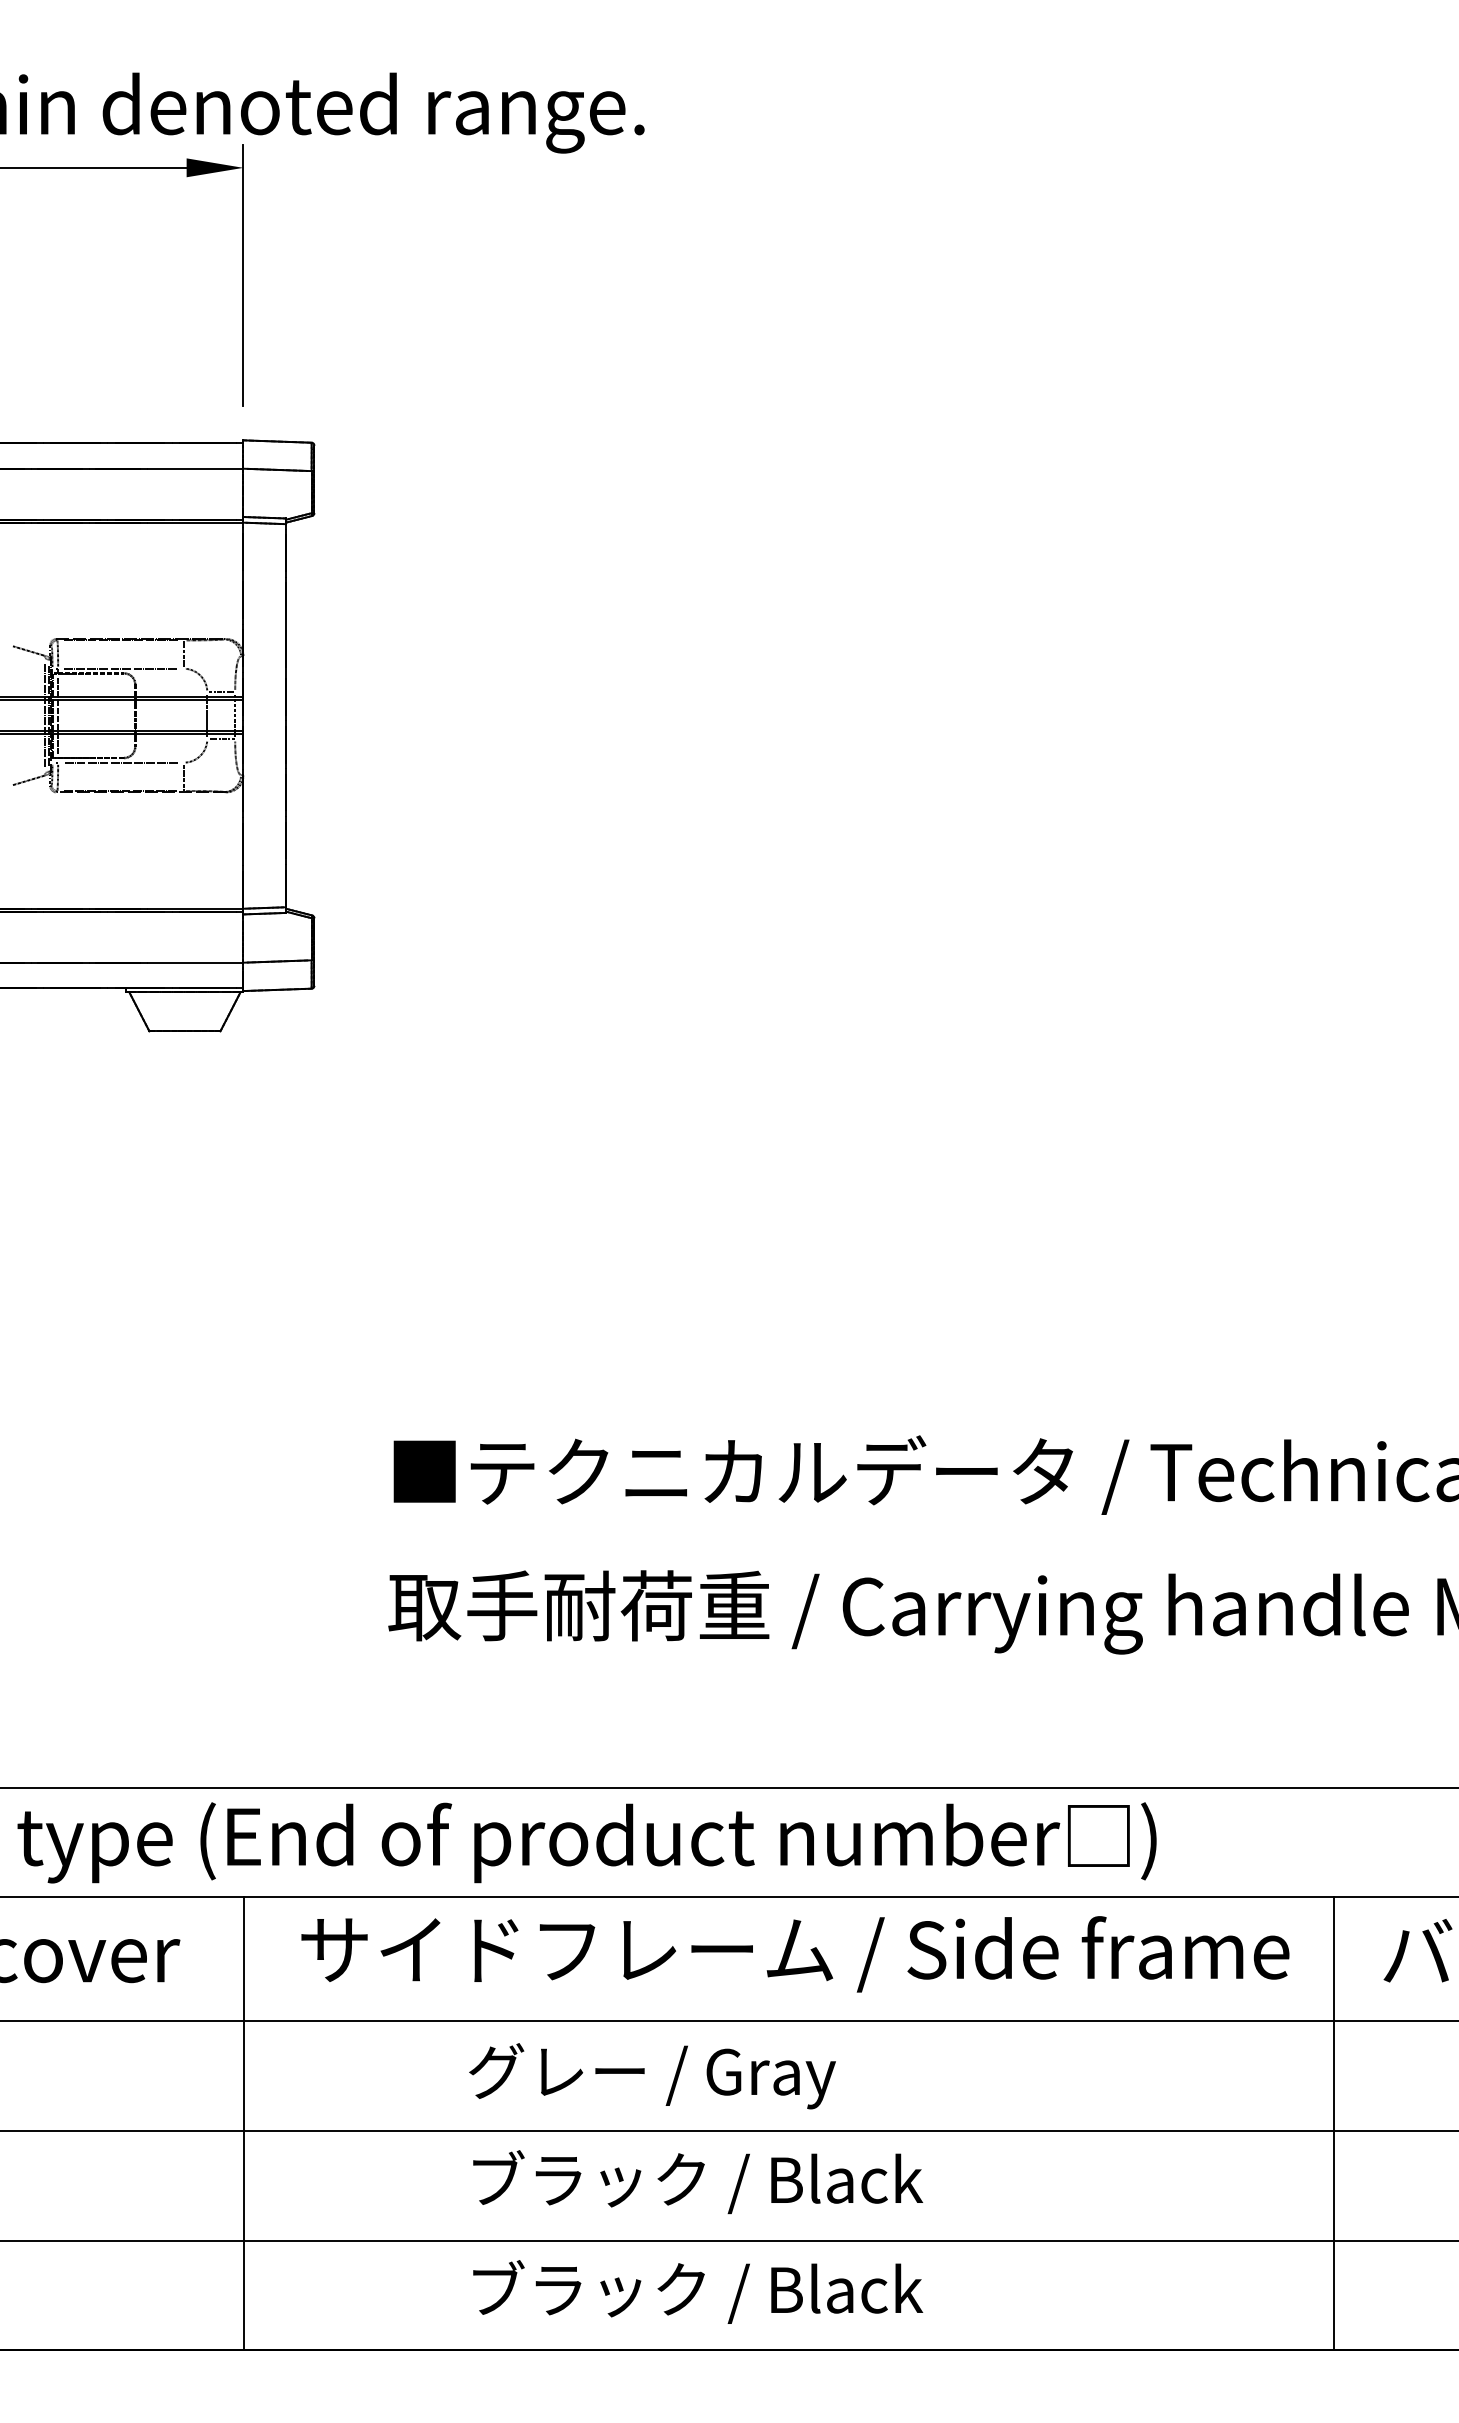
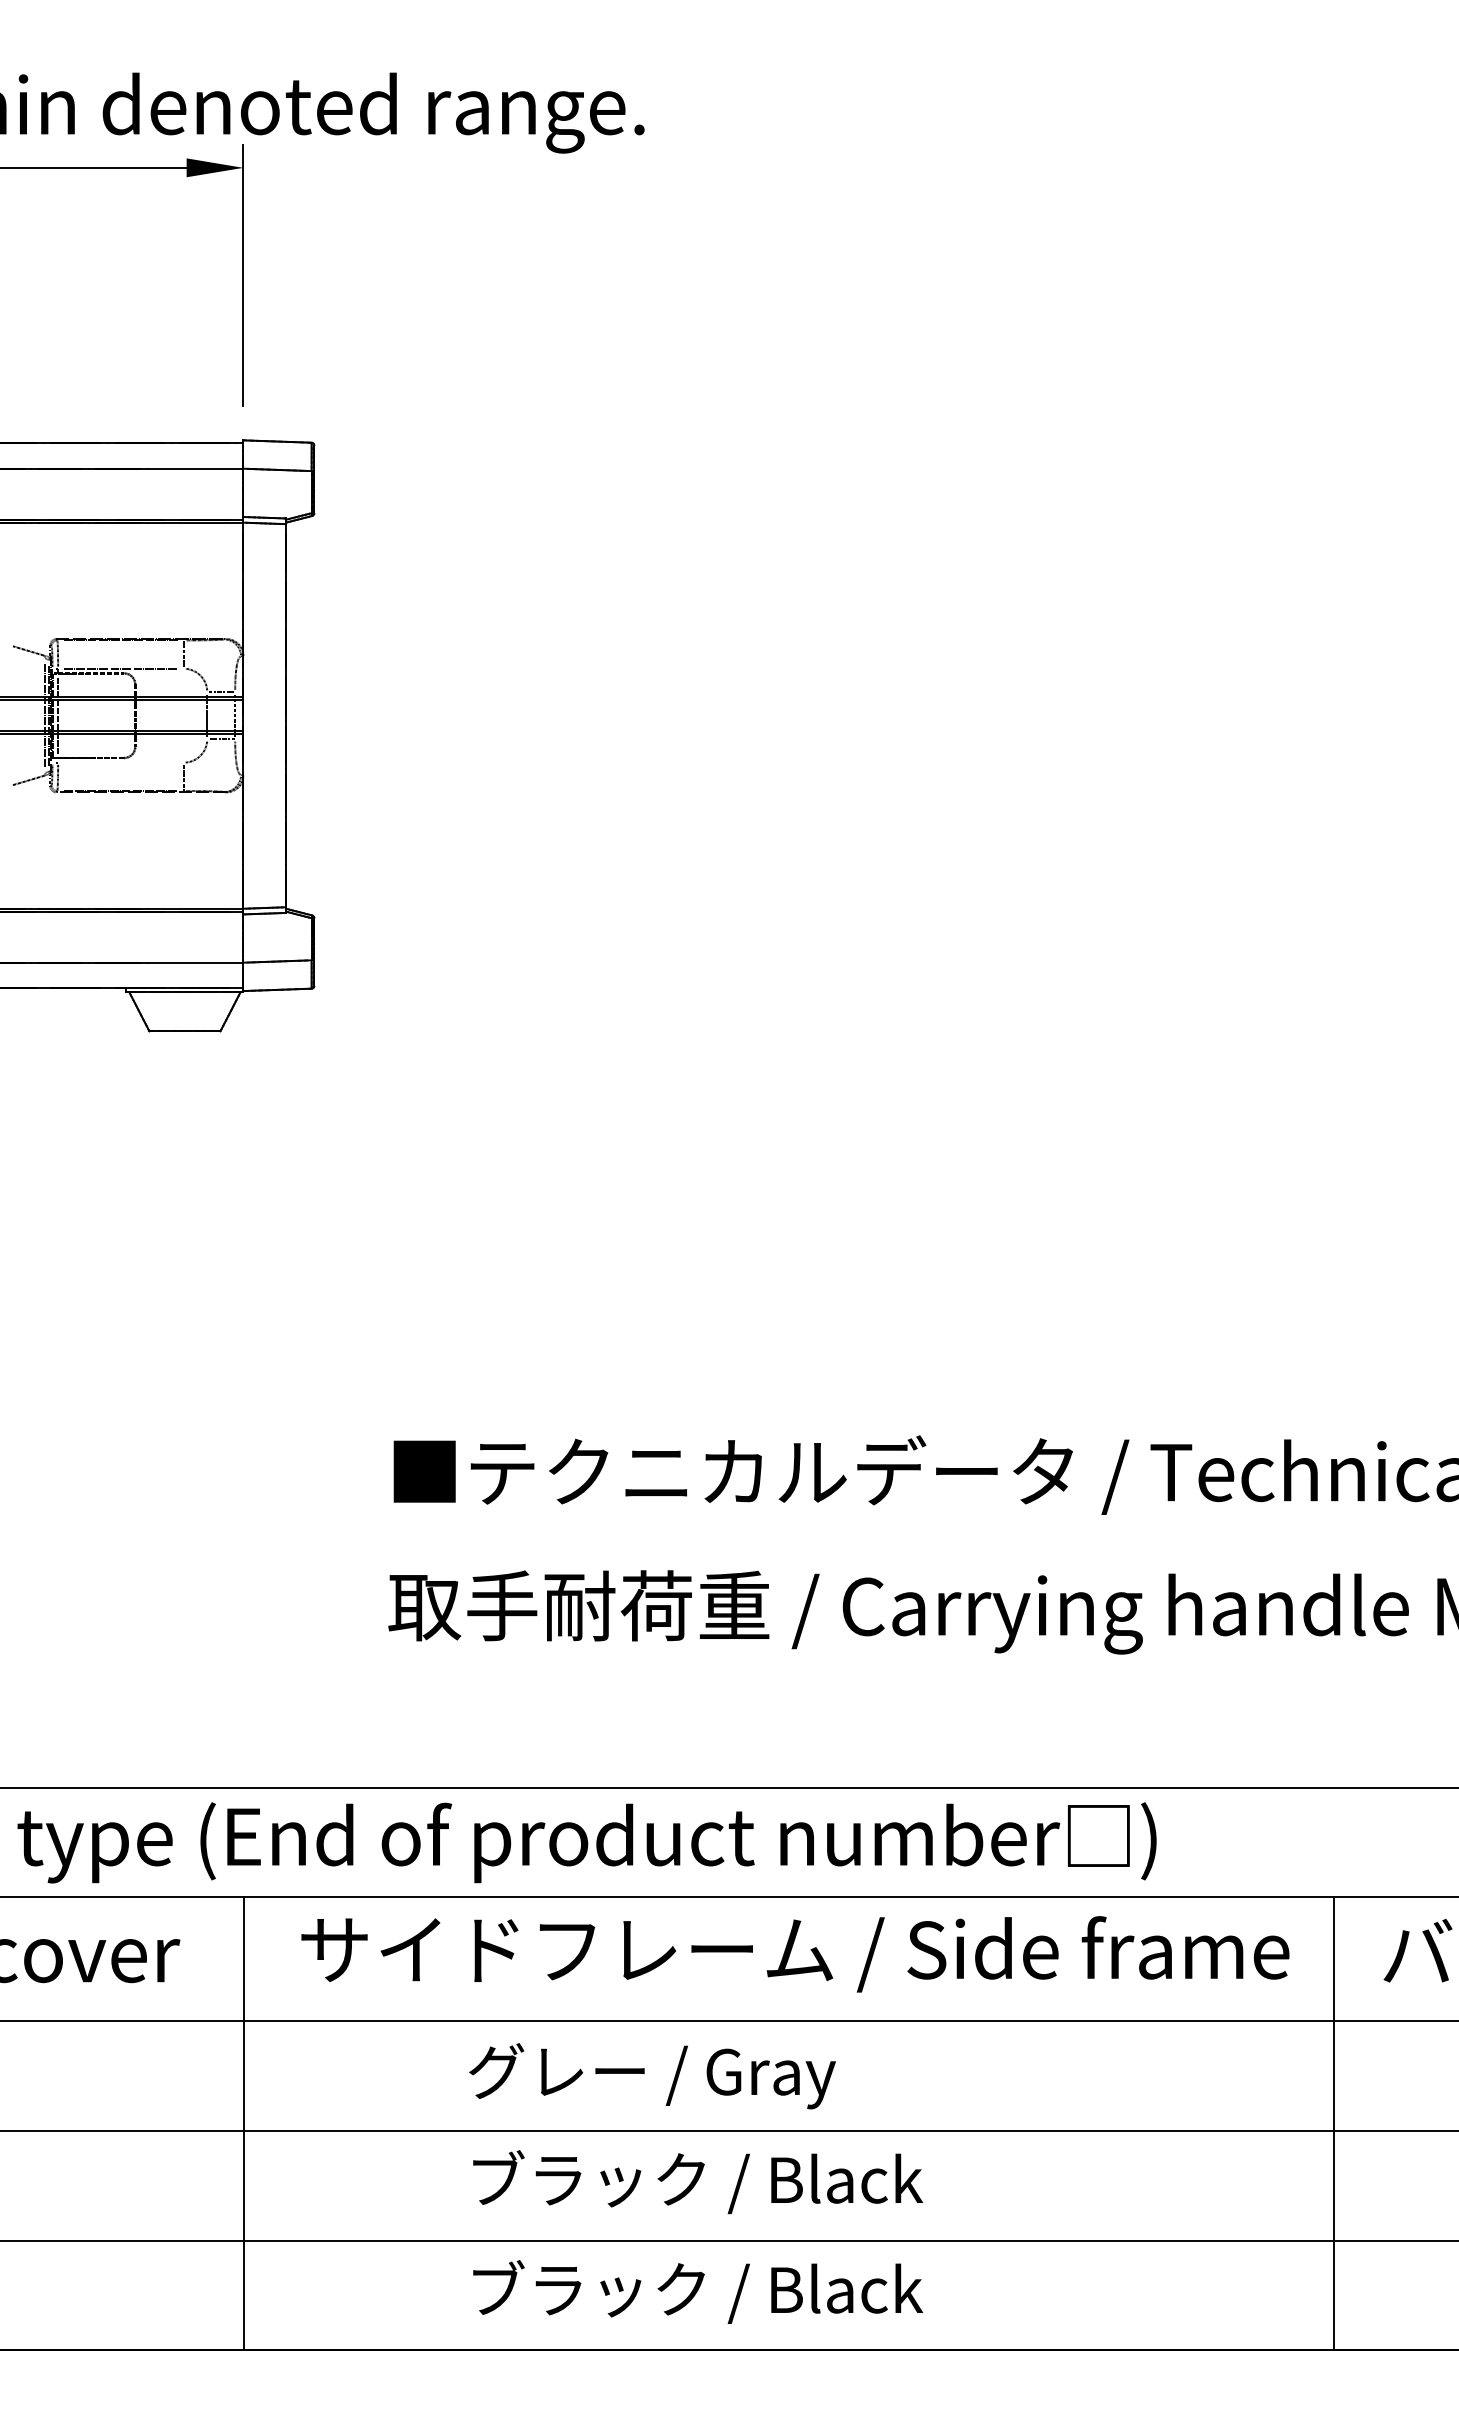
line at (120, 762): present -> none
